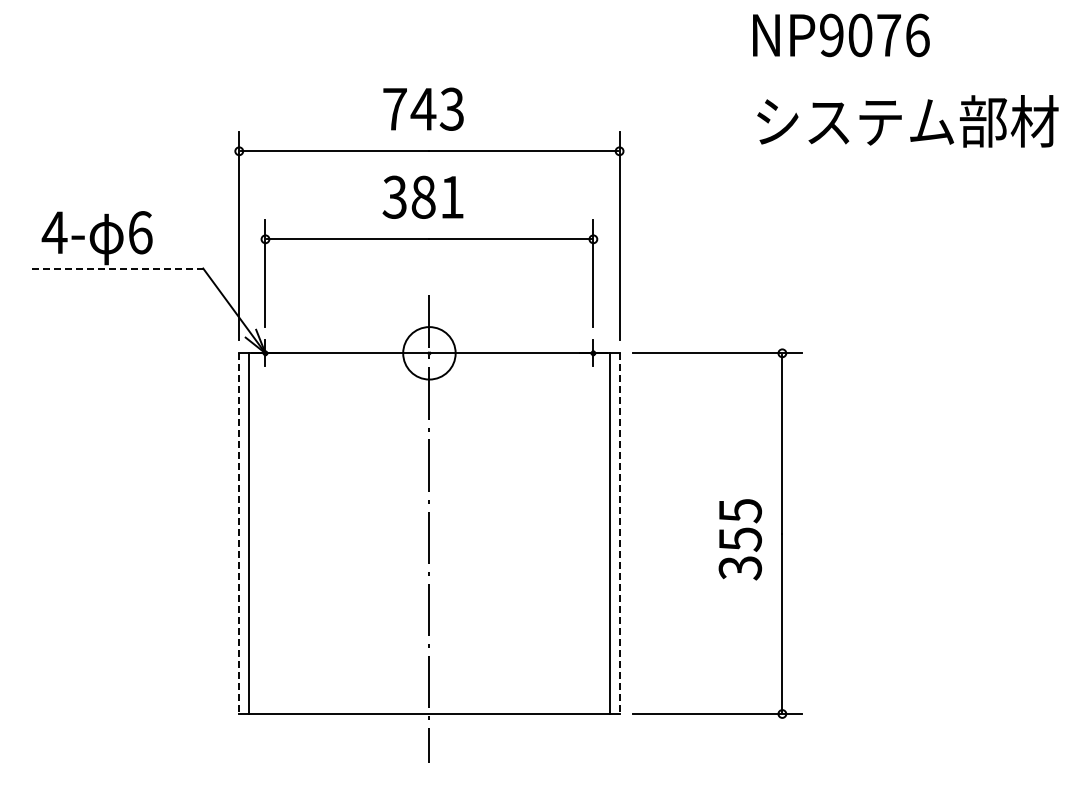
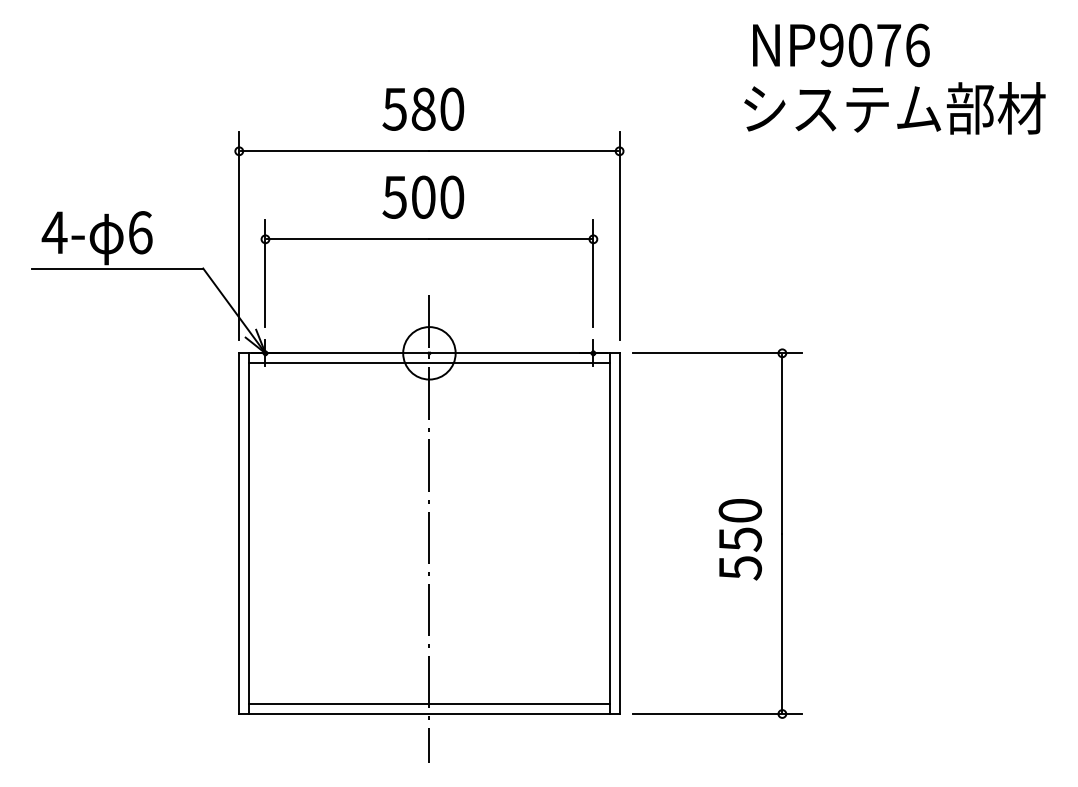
text at (841, 35) position: (841, 35) -> (841, 45)
text at (423, 108): 743 -> 580
text at (907, 121) position: (907, 121) -> (894, 108)
text at (423, 196): 381 -> 500
line at (118, 268): dashed -> solid
line at (429, 363): none -> present
line at (239, 534): dashed -> solid
line at (619, 534): dashed -> solid
text at (739, 539): 355 -> 550
line at (429, 704): none -> present
